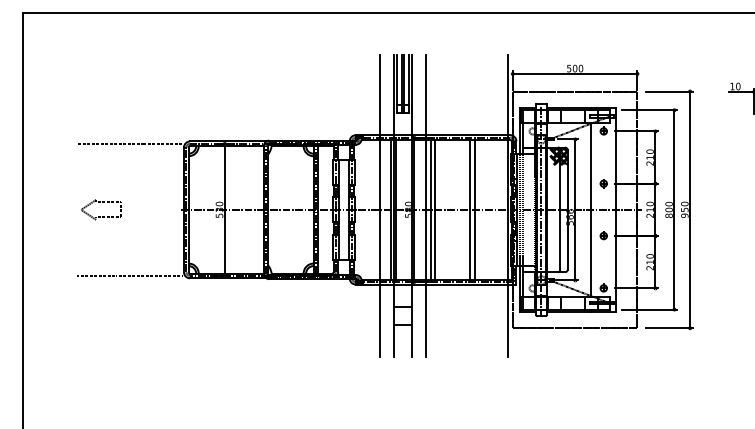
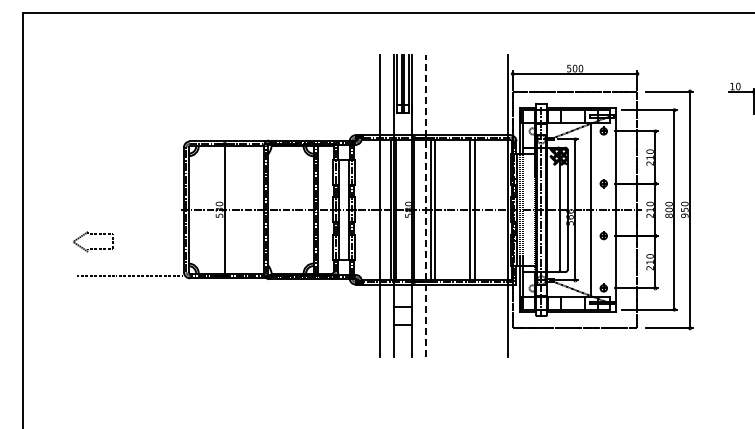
line at (129, 143): present -> none
part at (100, 202) position: (100, 202) -> (92, 234)
line at (425, 205): solid -> dashed
